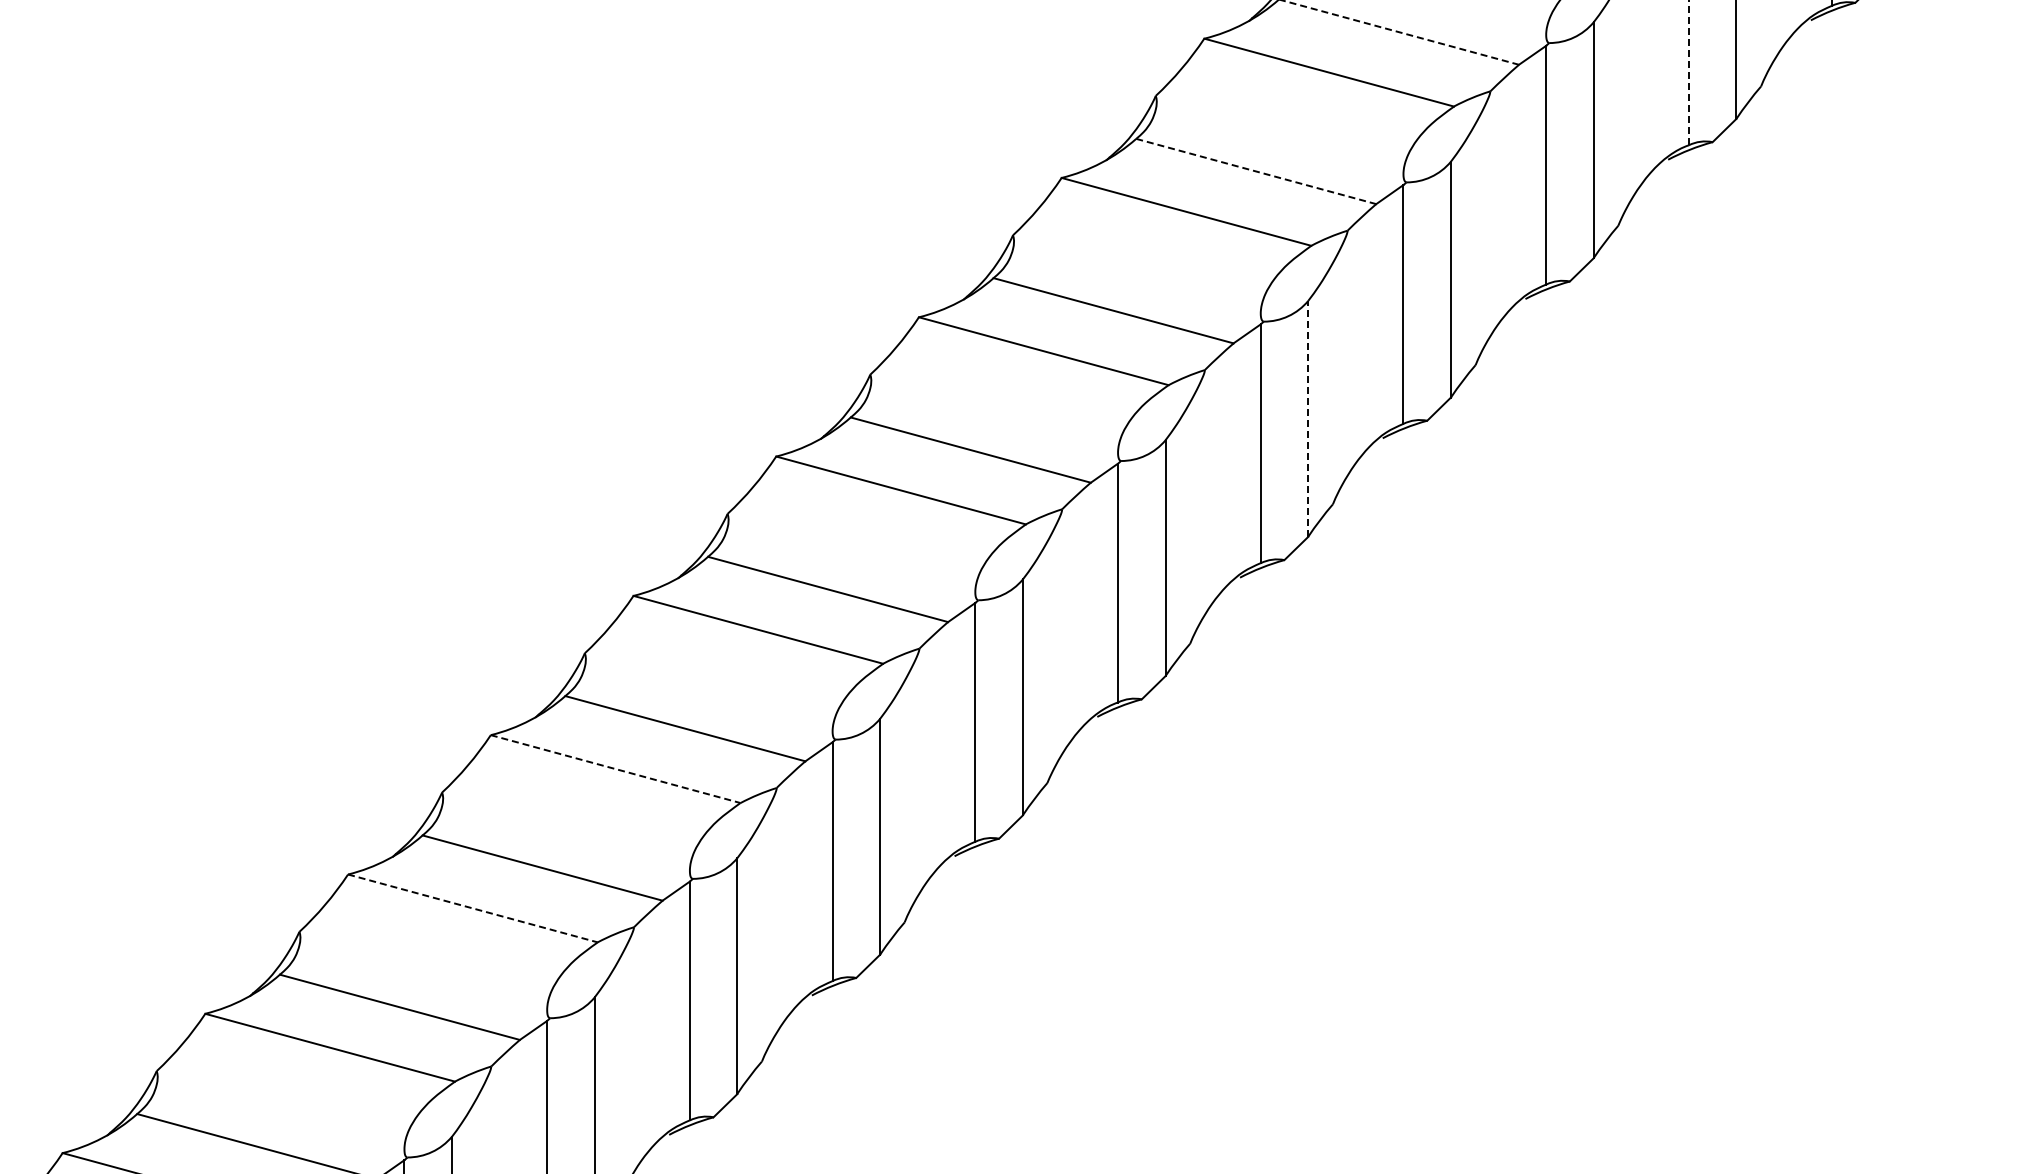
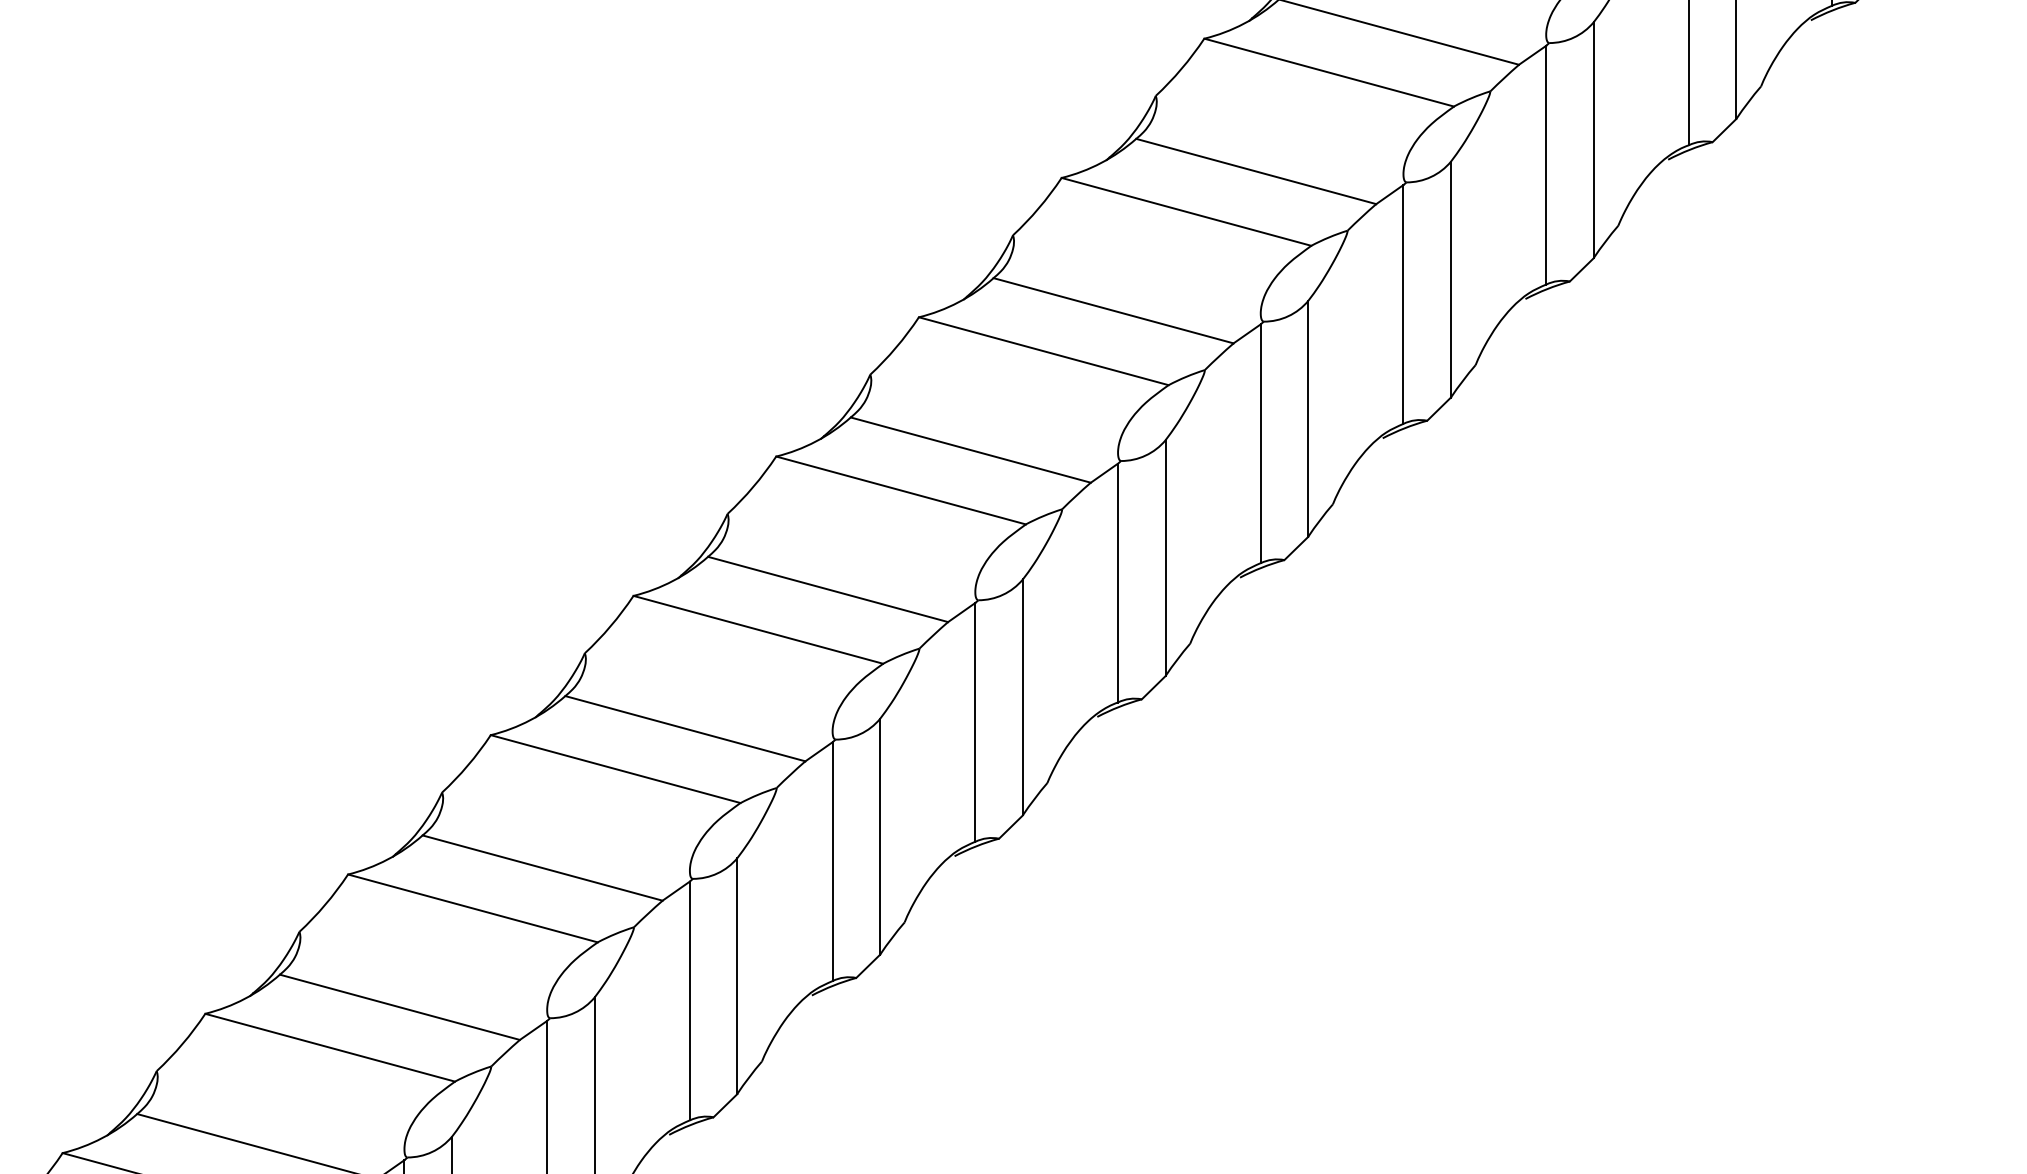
line at (1400, 32): dashed -> solid
line at (1688, 72): dashed -> solid
line at (1256, 171): dashed -> solid
line at (1308, 418): dashed -> solid
line at (616, 769): dashed -> solid
line at (473, 908): dashed -> solid
